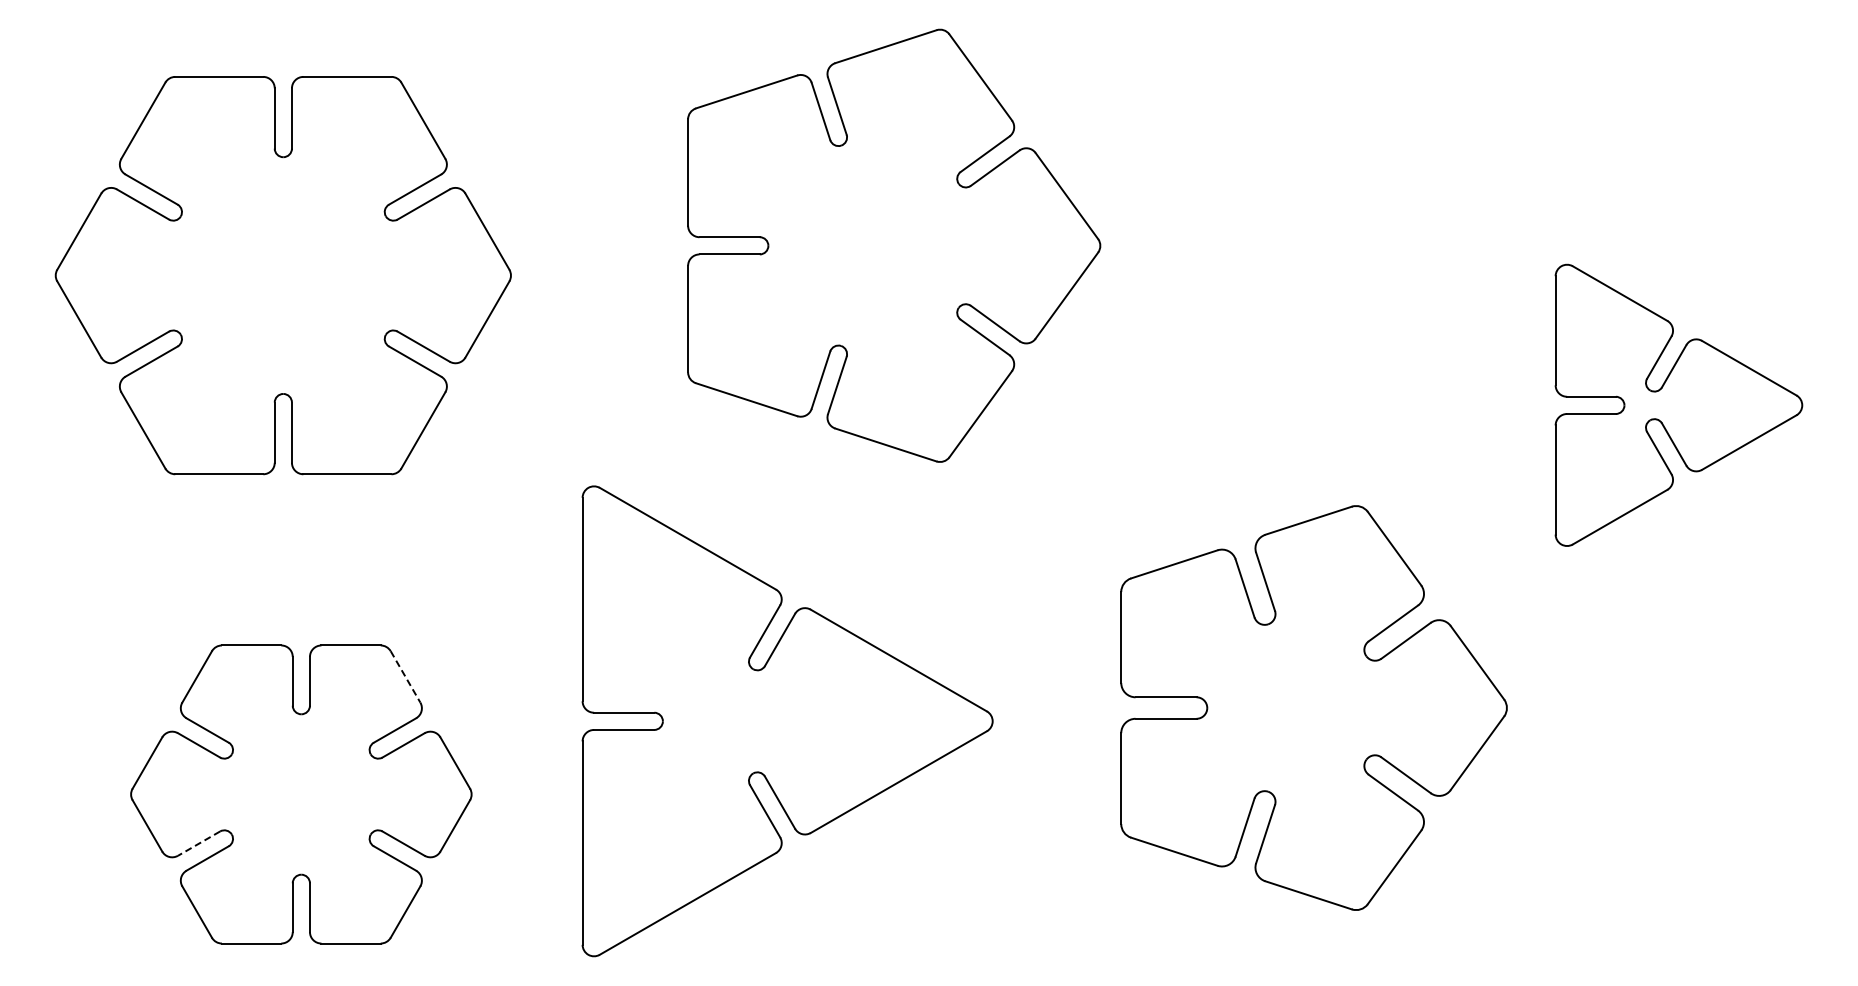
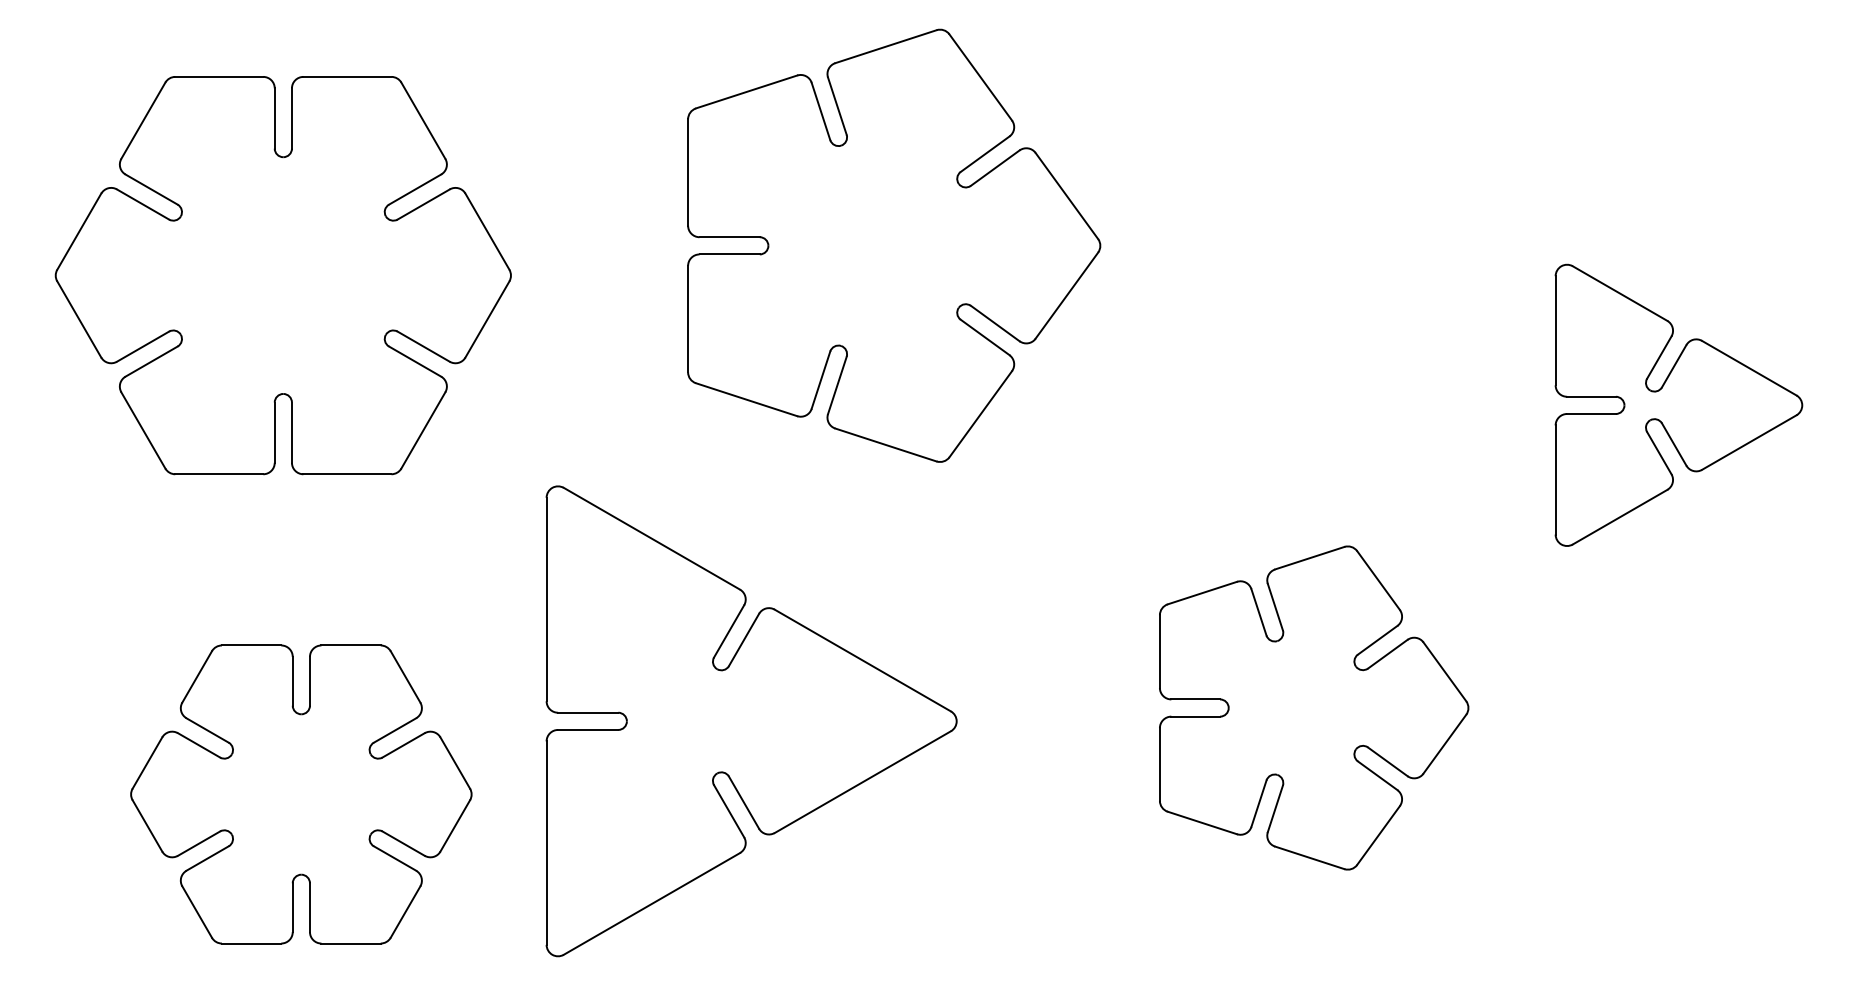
line at (405, 676): dashed -> solid
part at (1313, 707) size: 388x406 px -> 311x326 px
part at (787, 721) position: (787, 721) -> (751, 721)
line at (198, 843): dashed -> solid
